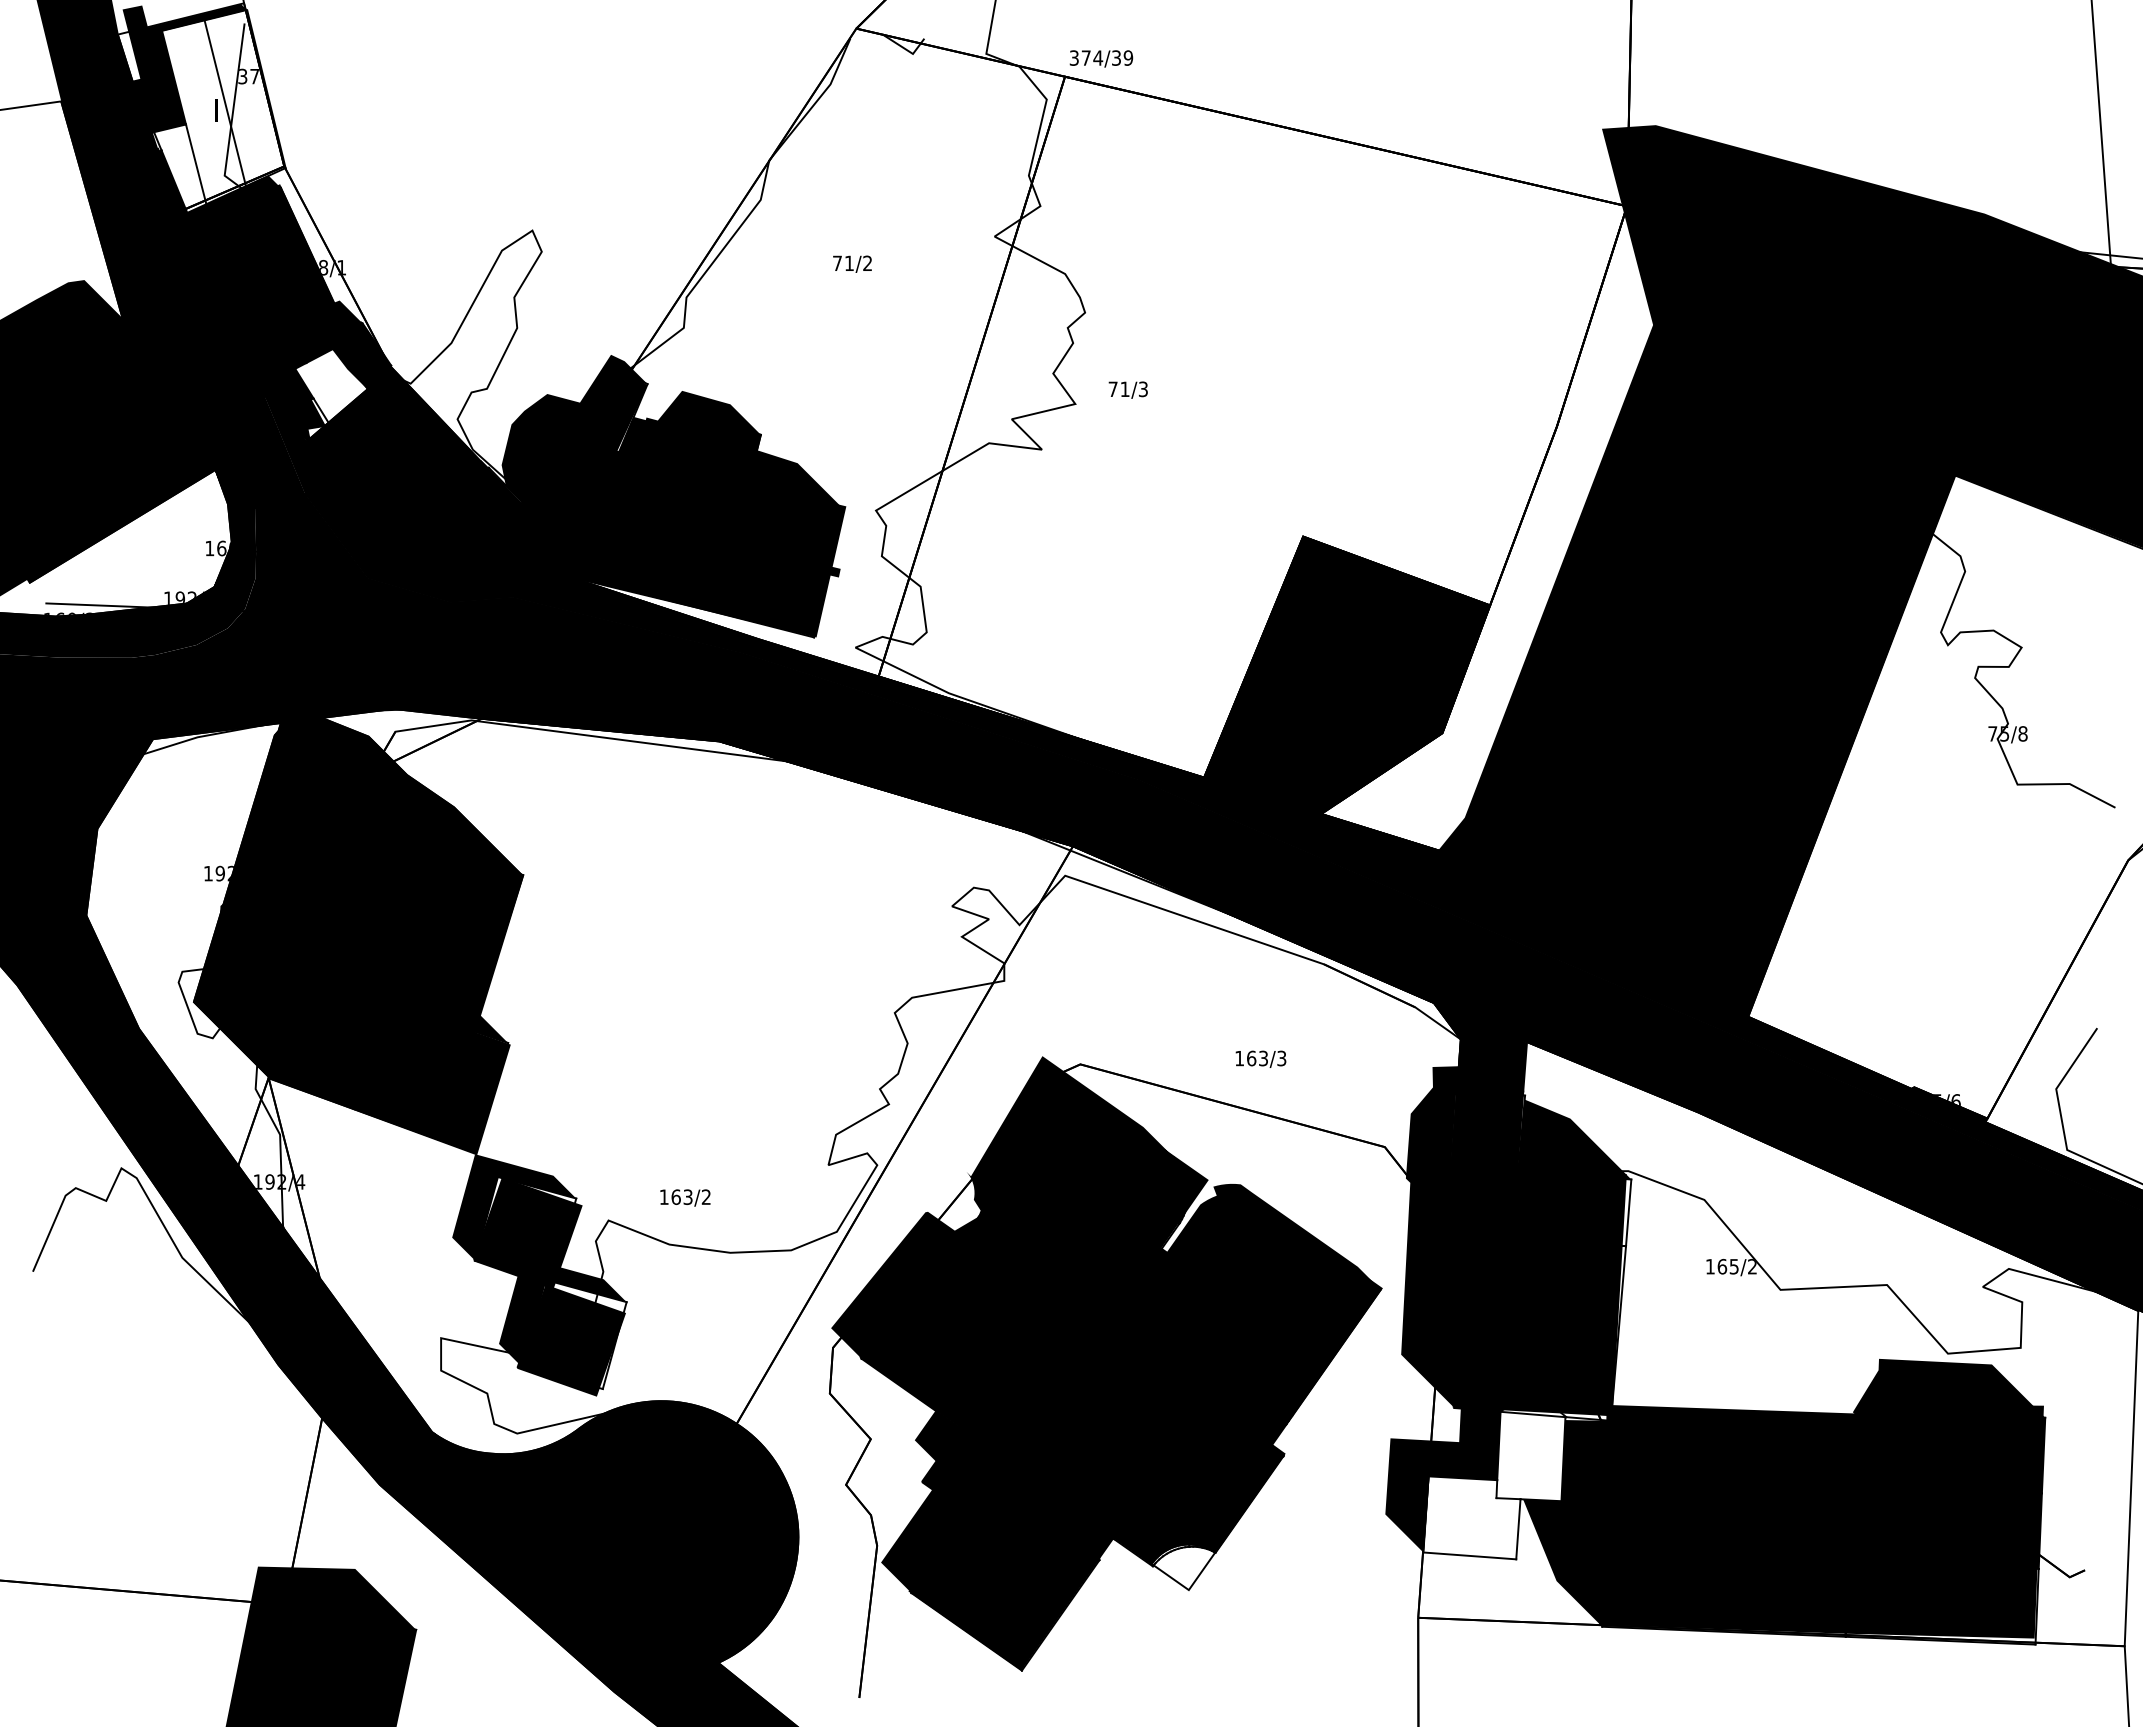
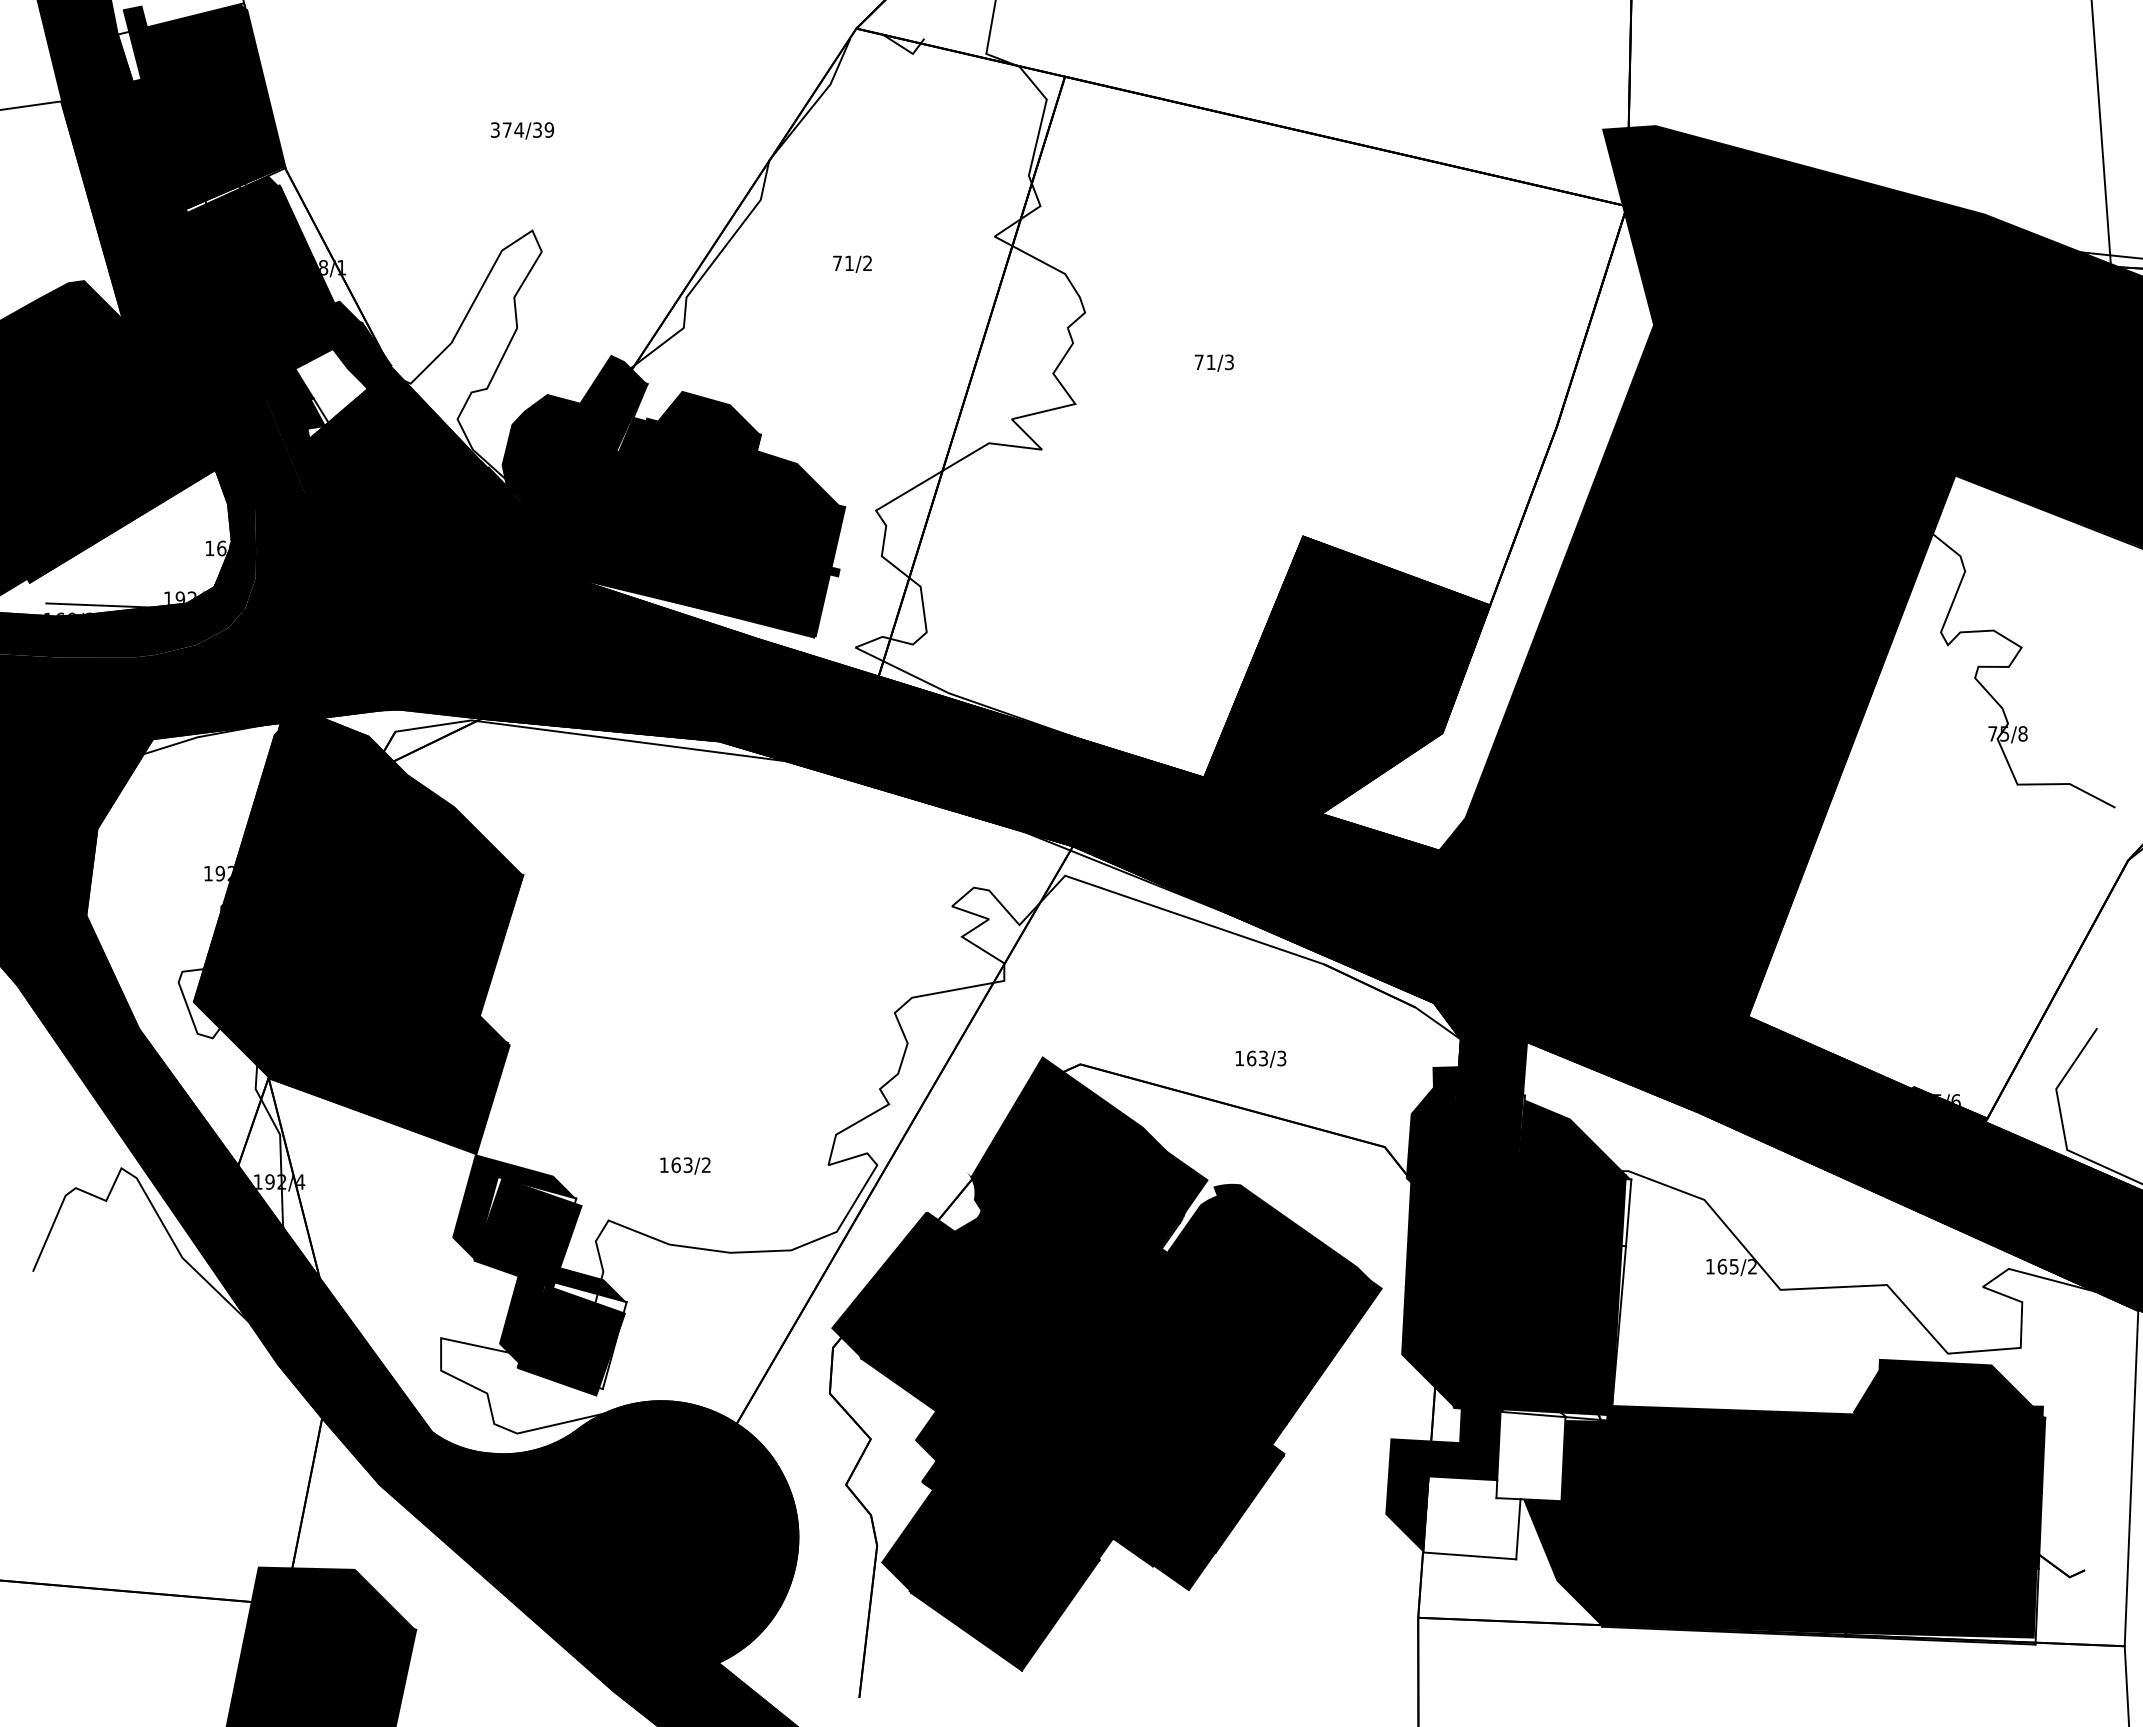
text at (1101, 58) position: (1101, 58) -> (522, 130)
fill at (216, 110): none -> present
text at (1127, 389) position: (1127, 389) -> (1213, 362)
text at (685, 1197) position: (685, 1197) -> (685, 1165)
fill at (1183, 1567): none -> present
